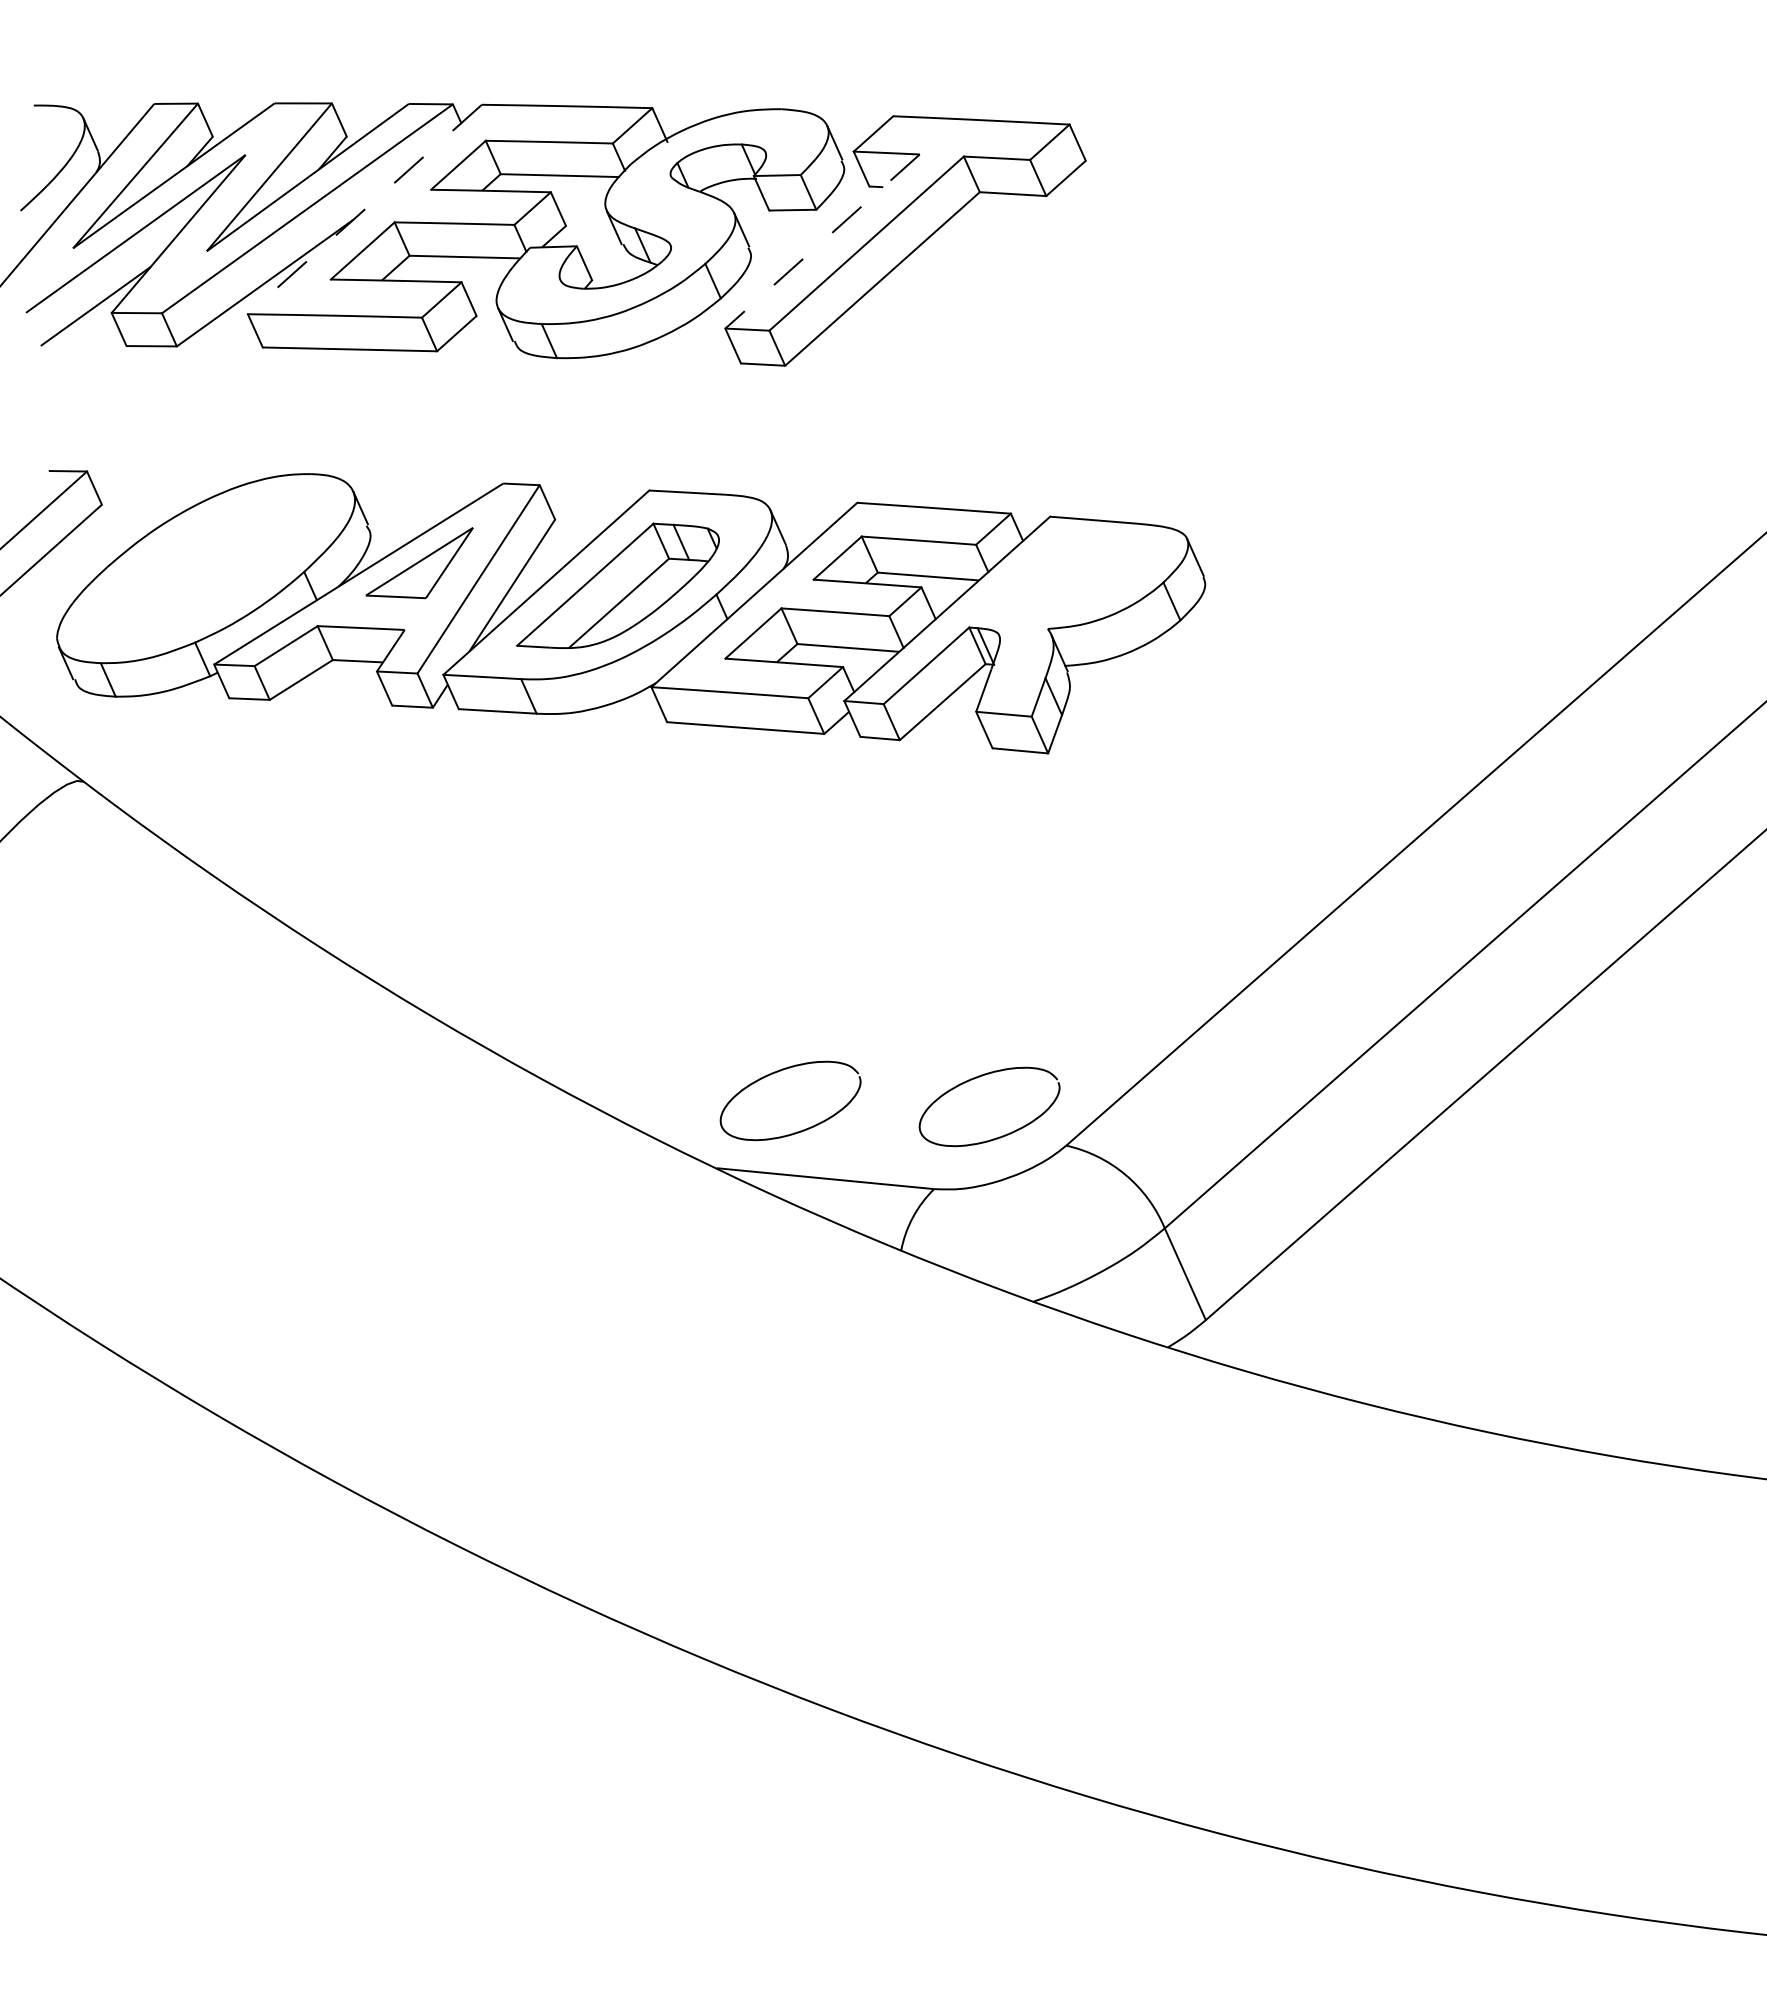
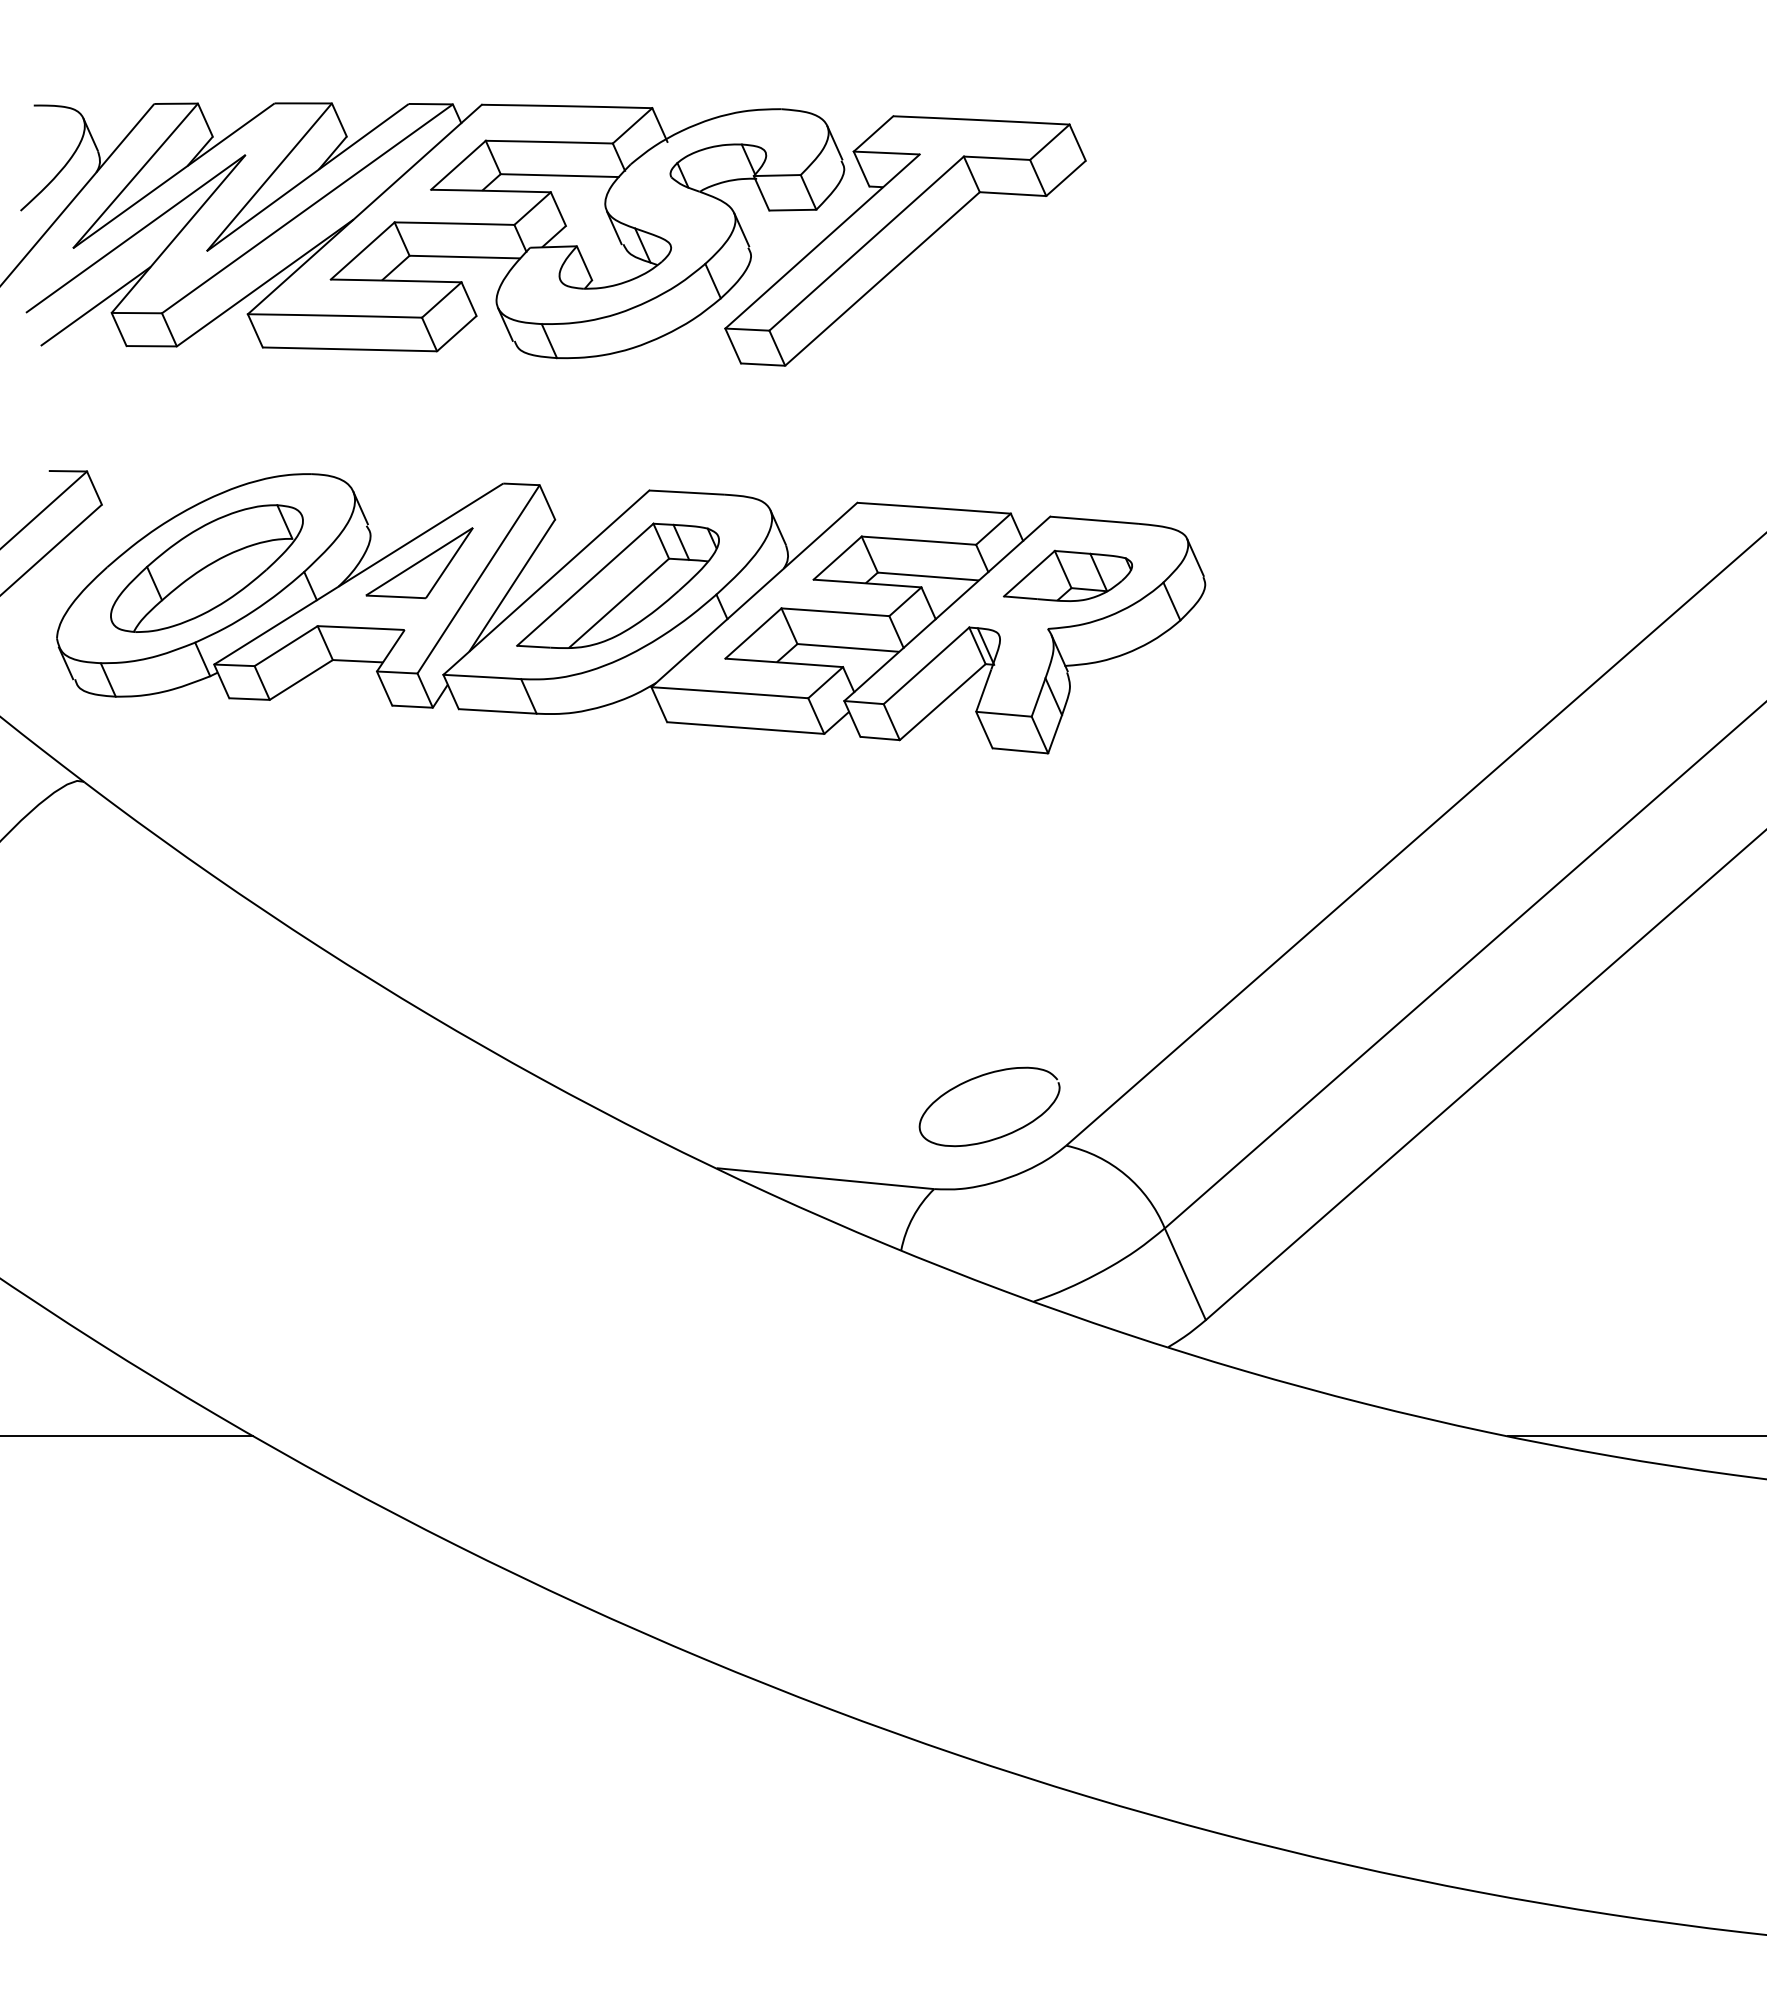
line at (364, 209): dashed -> solid
line at (822, 241): dashed -> solid
part at (206, 568): none -> present
part at (1067, 575): none -> present
curve at (778, 1072): present -> none
line at (127, 1436): none -> present
line at (1635, 1436): none -> present
